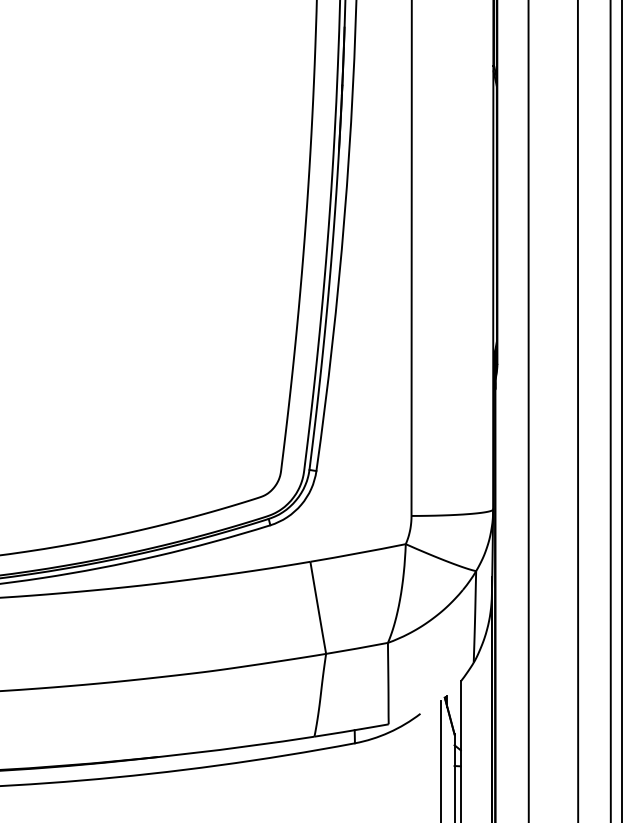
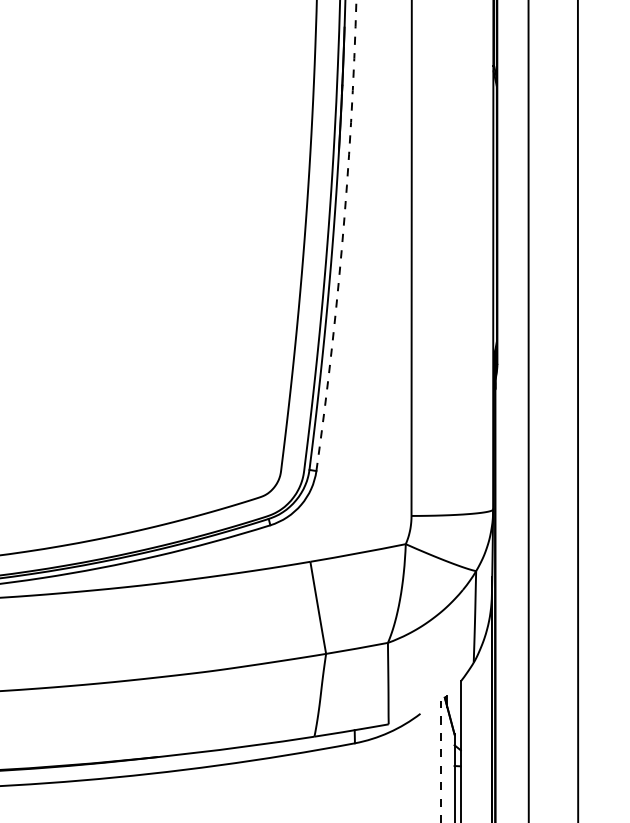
arc at (342, 235): solid -> dashed
line at (610, 410): present -> none
line at (621, 410): present -> none
line at (440, 761): solid -> dashed
